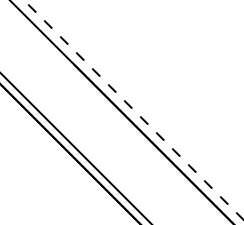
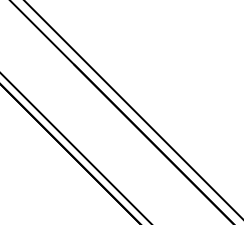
line at (134, 110): dashed -> solid
